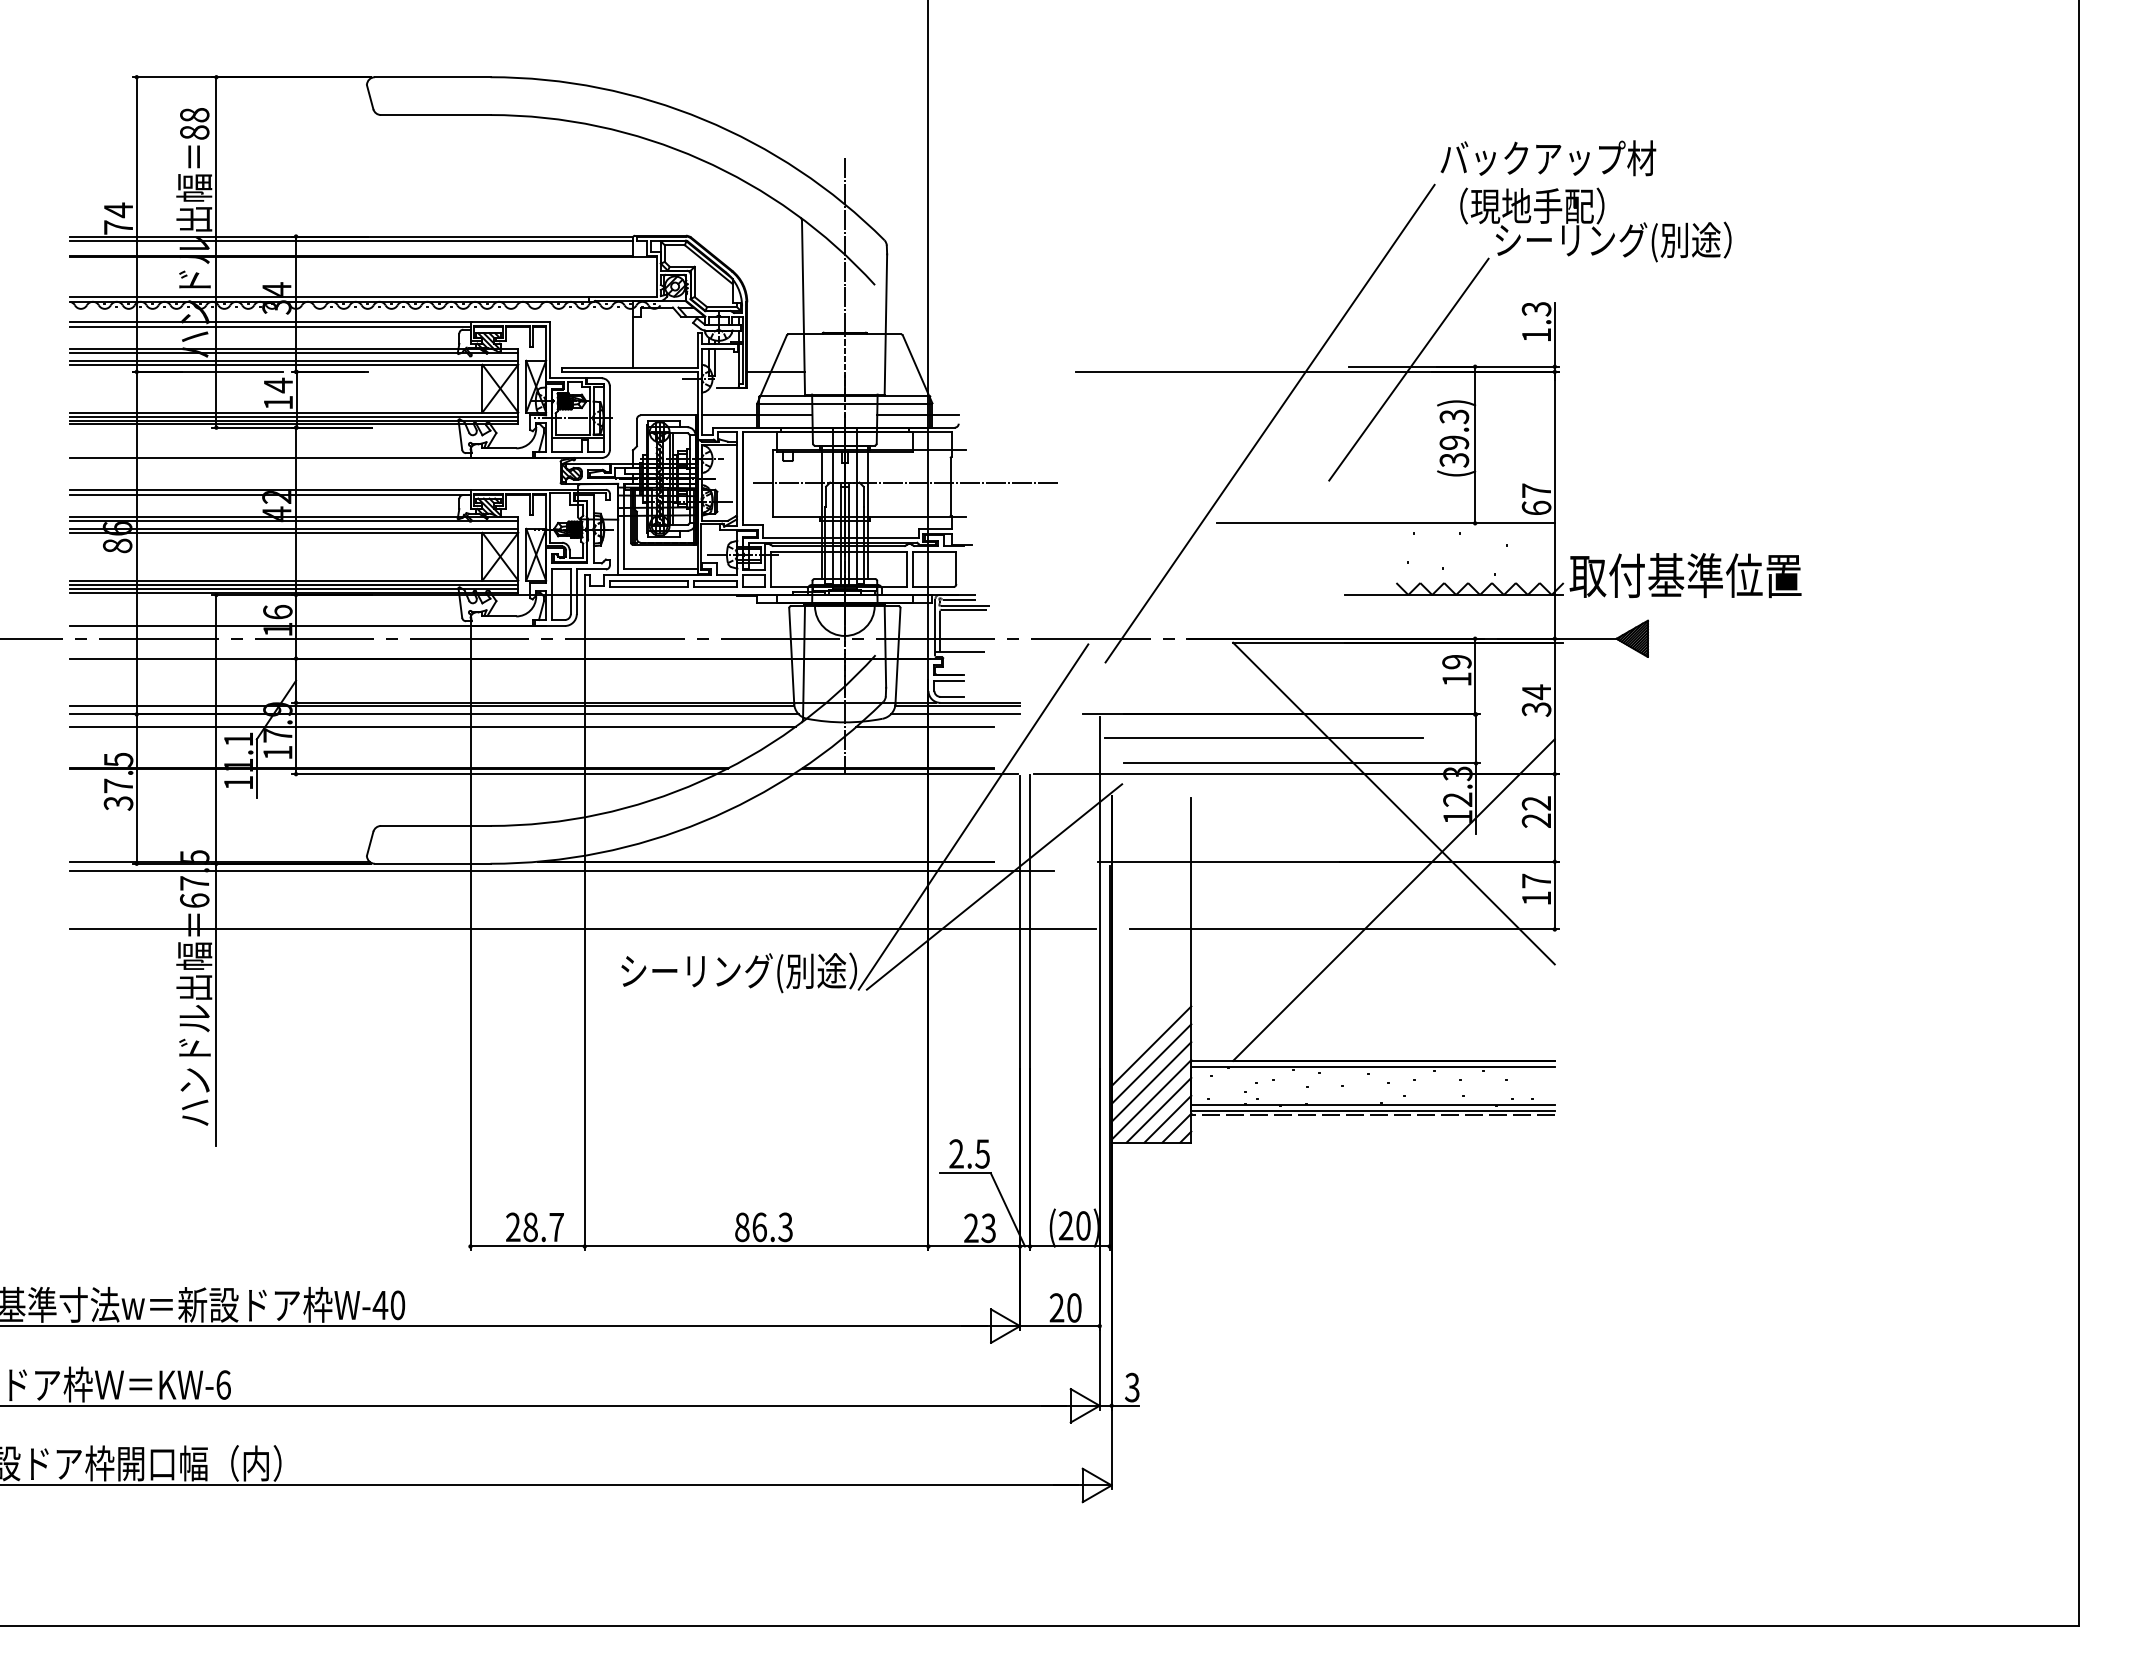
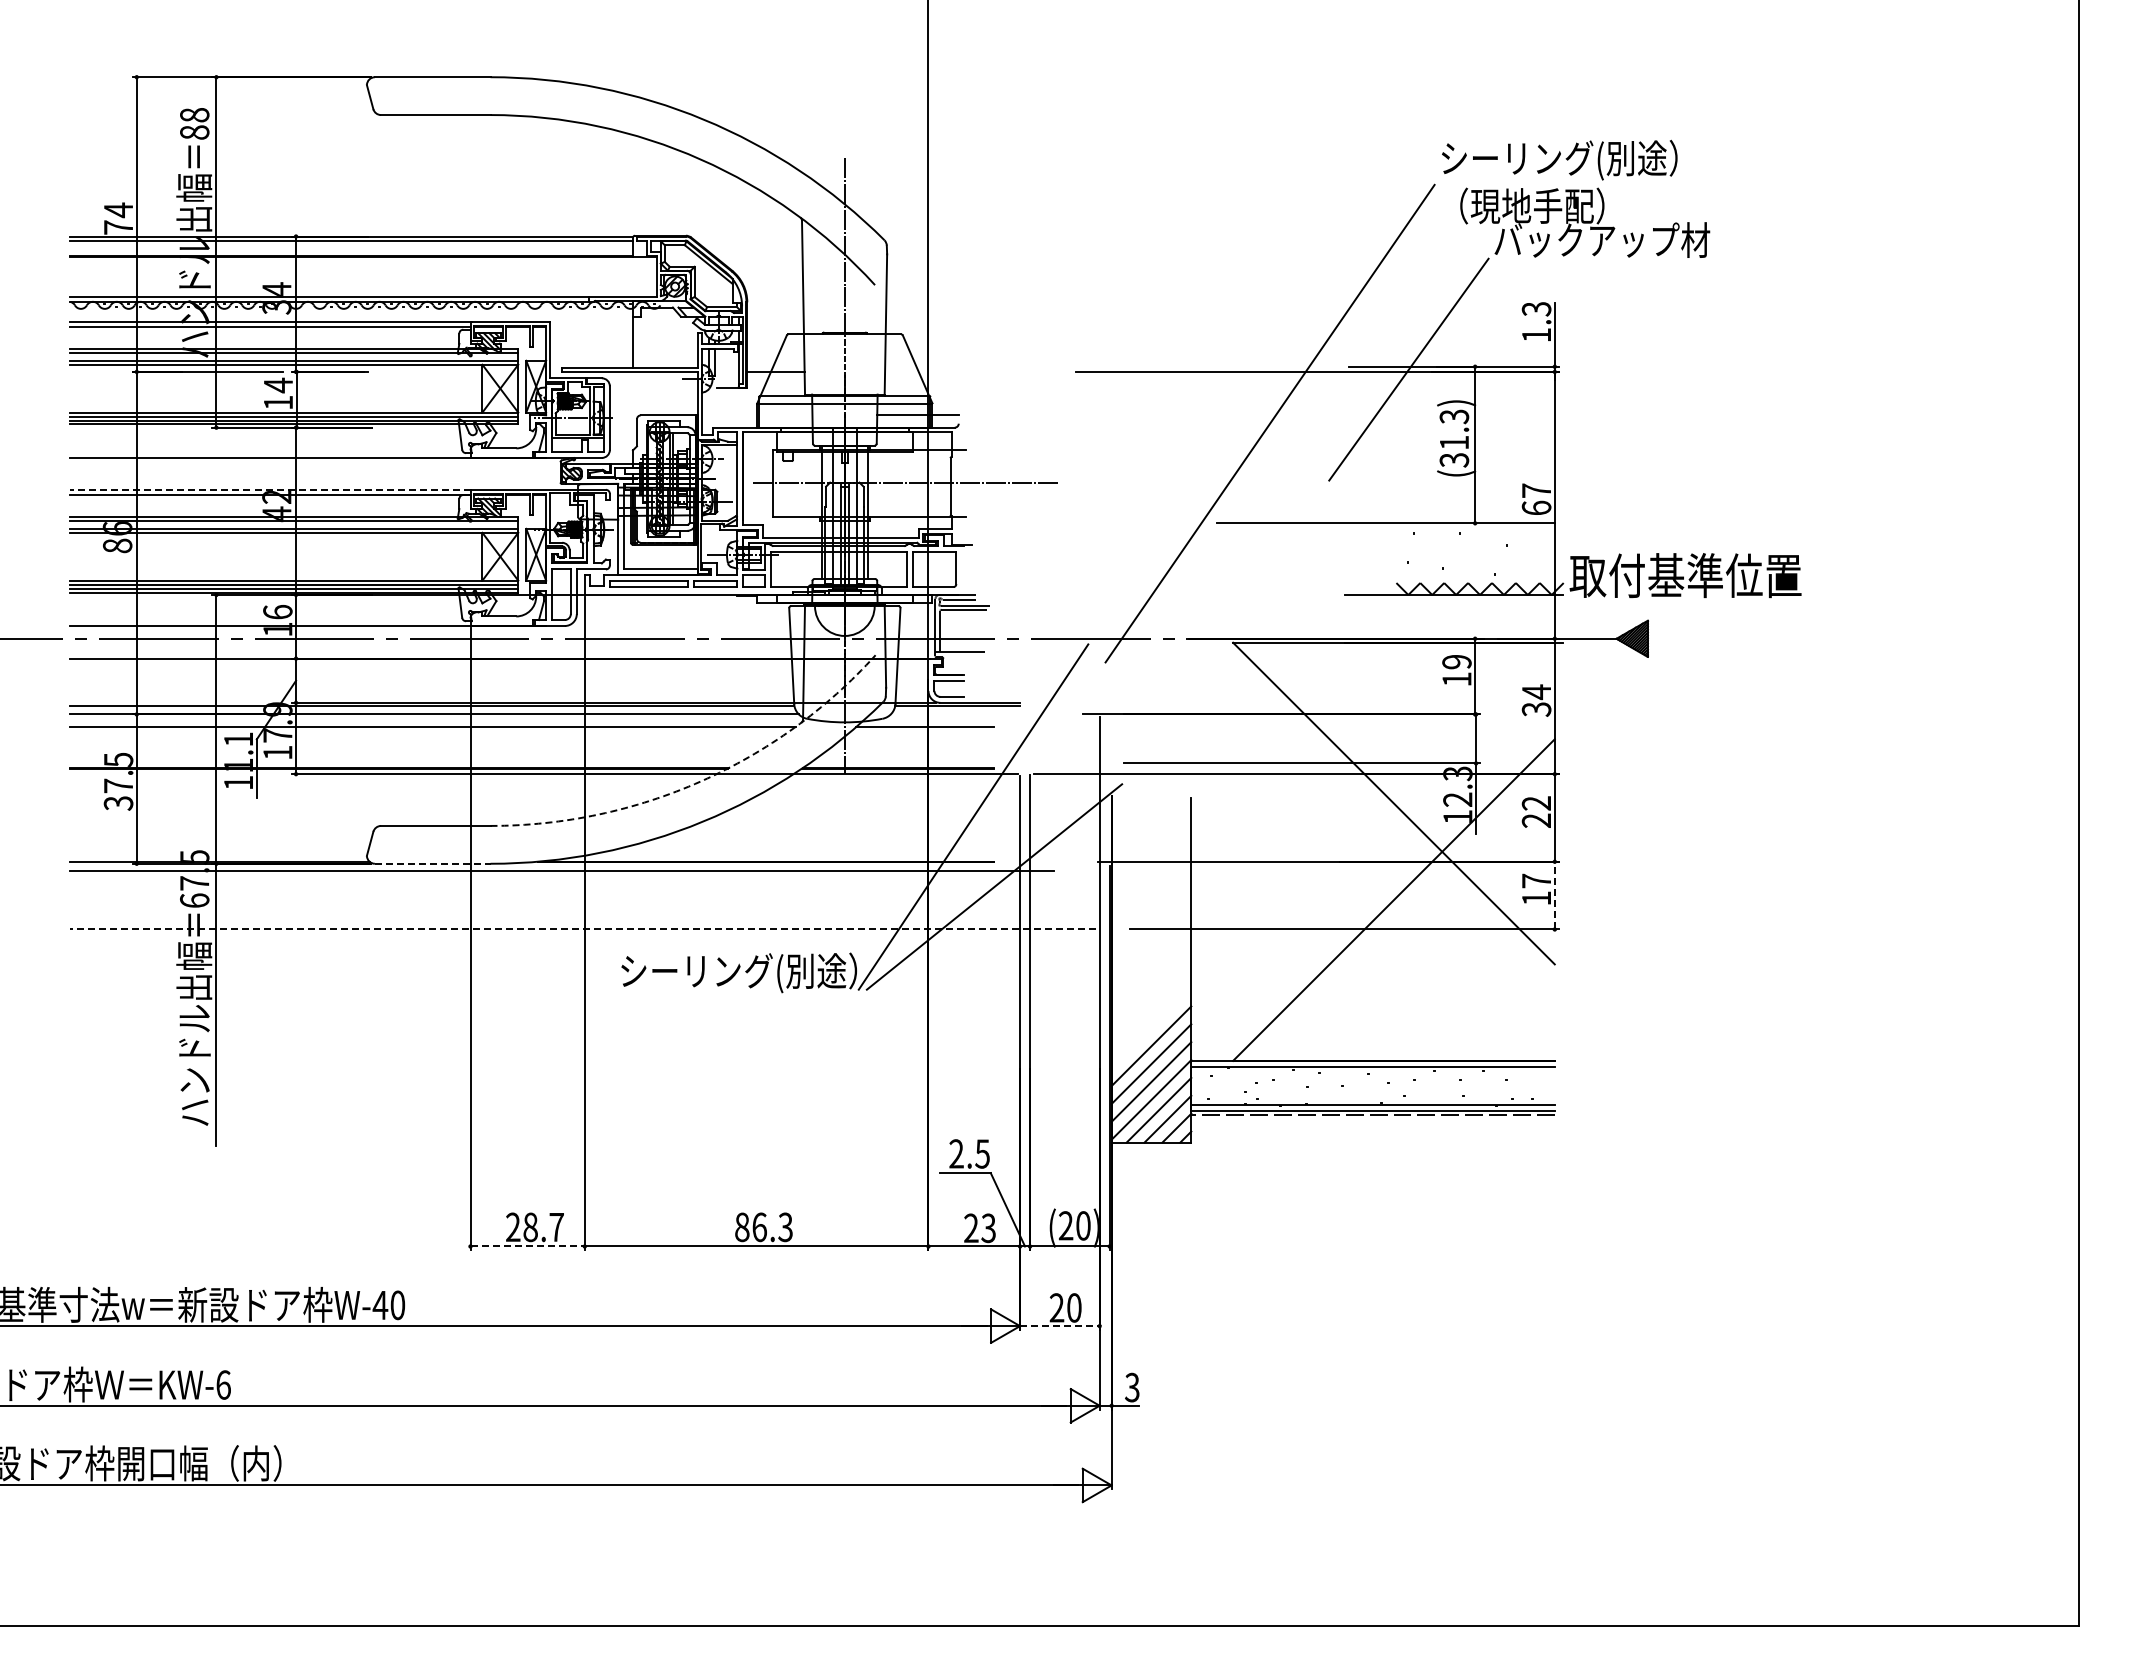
text at (1558, 159): バックアップ材 -> シーリング(別途）
text at (1612, 241): シーリング(別途） -> バックアップ材
line at (757, 414): present -> none
text at (1454, 442): (39.3) -> (31.3)
line at (269, 489): solid -> dashed
line at (955, 714): present -> none
line at (1263, 737): present -> none
arc at (701, 781): solid -> dashed
line at (432, 863): solid -> dashed
line at (1554, 895): solid -> dashed
line at (583, 929): solid -> dashed
line at (528, 1246): solid -> dashed
line at (1059, 1326): solid -> dashed
